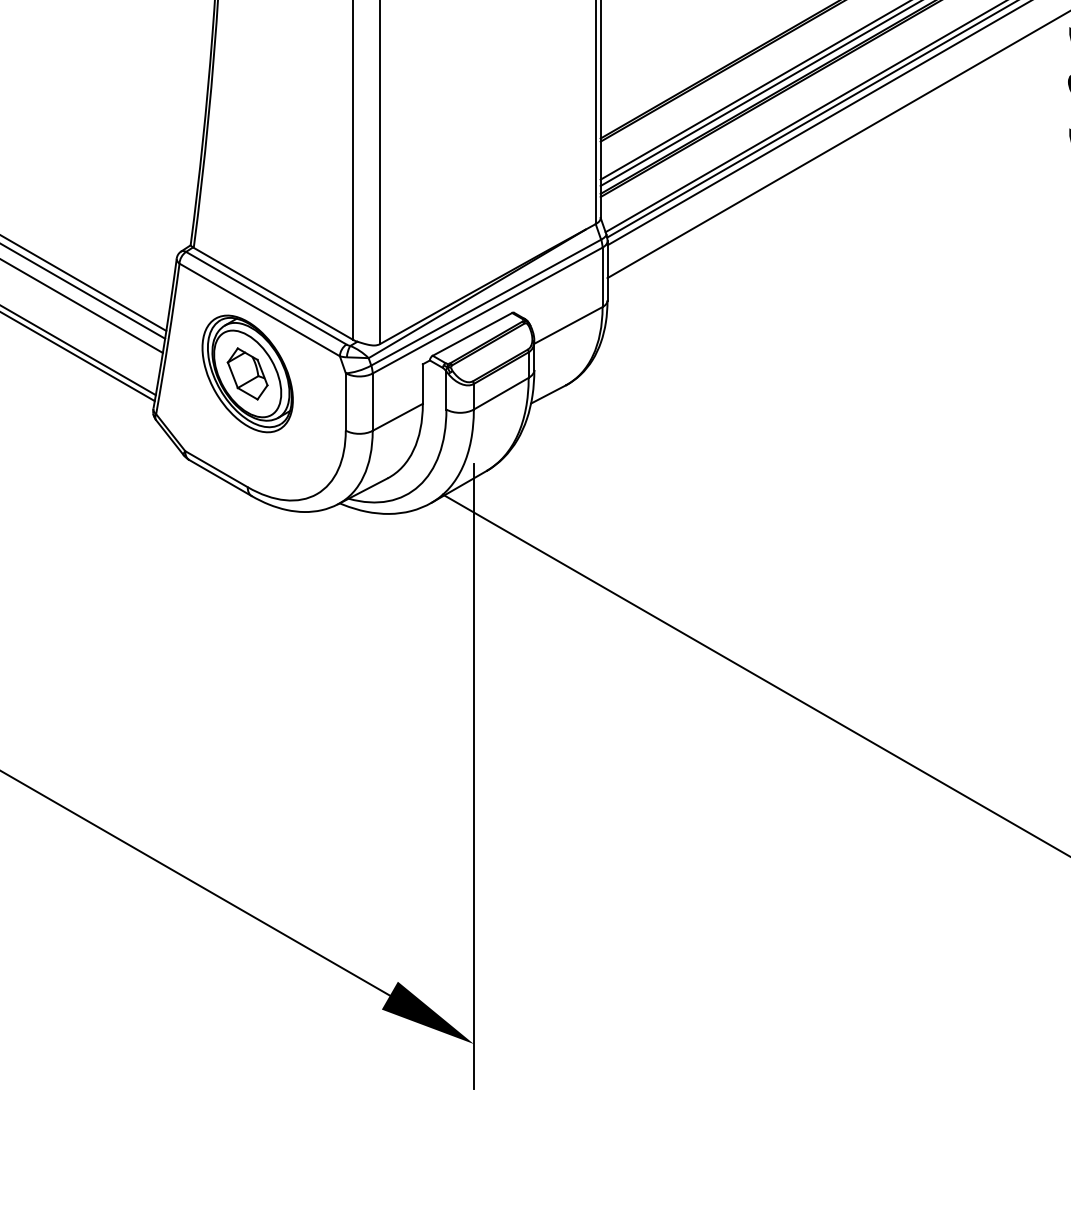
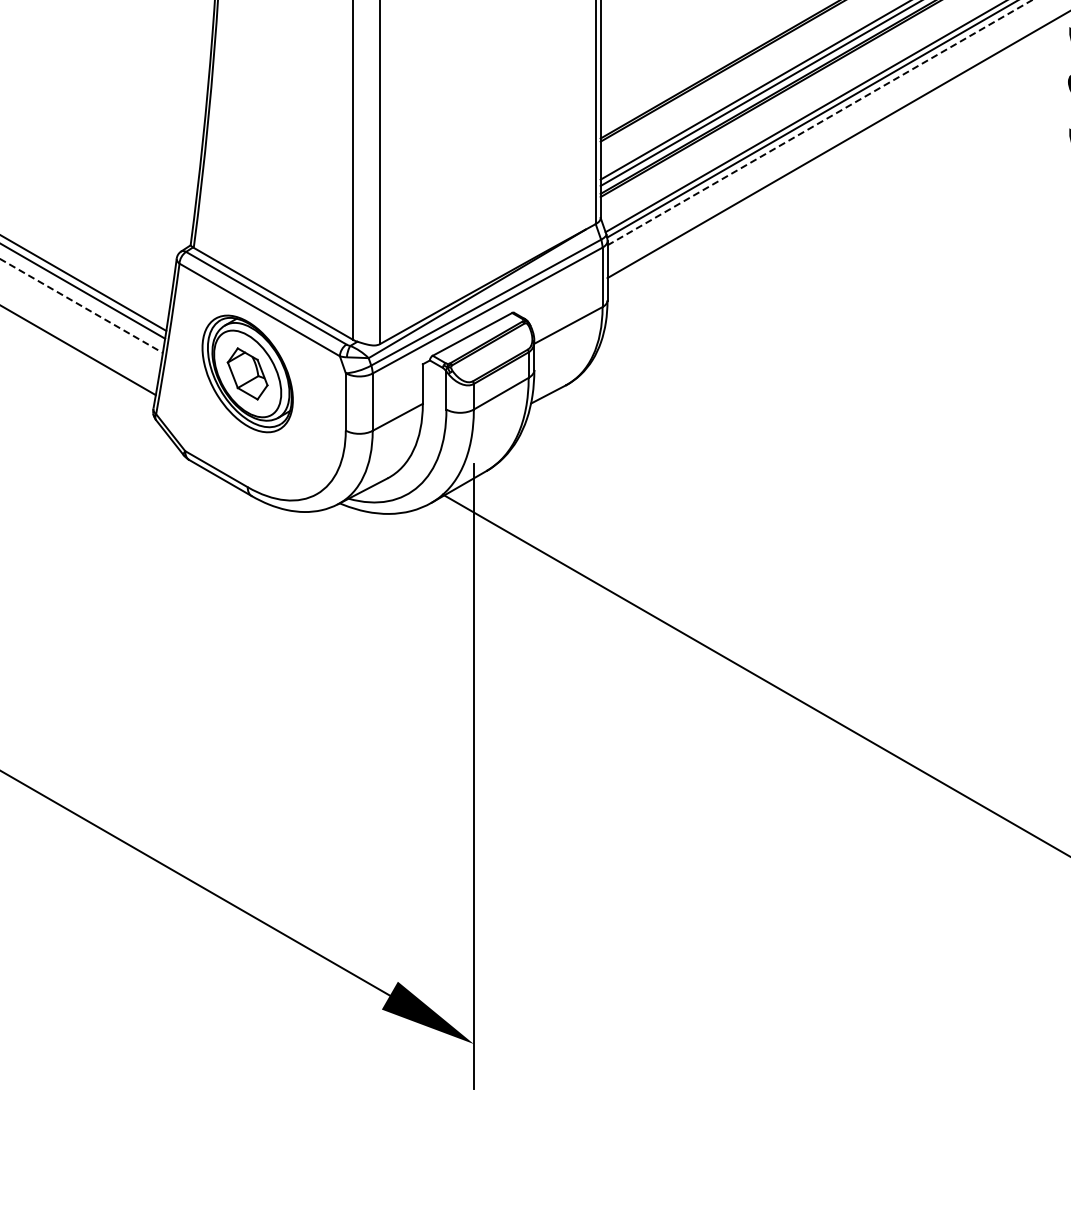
line at (819, 122): solid -> dashed
line at (81, 305): solid -> dashed
line at (78, 357): present -> none
